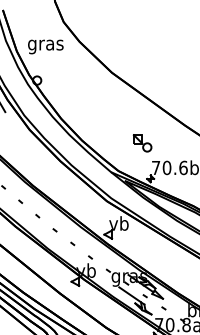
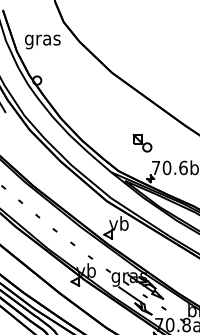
text at (45, 46) position: (45, 46) -> (42, 41)
